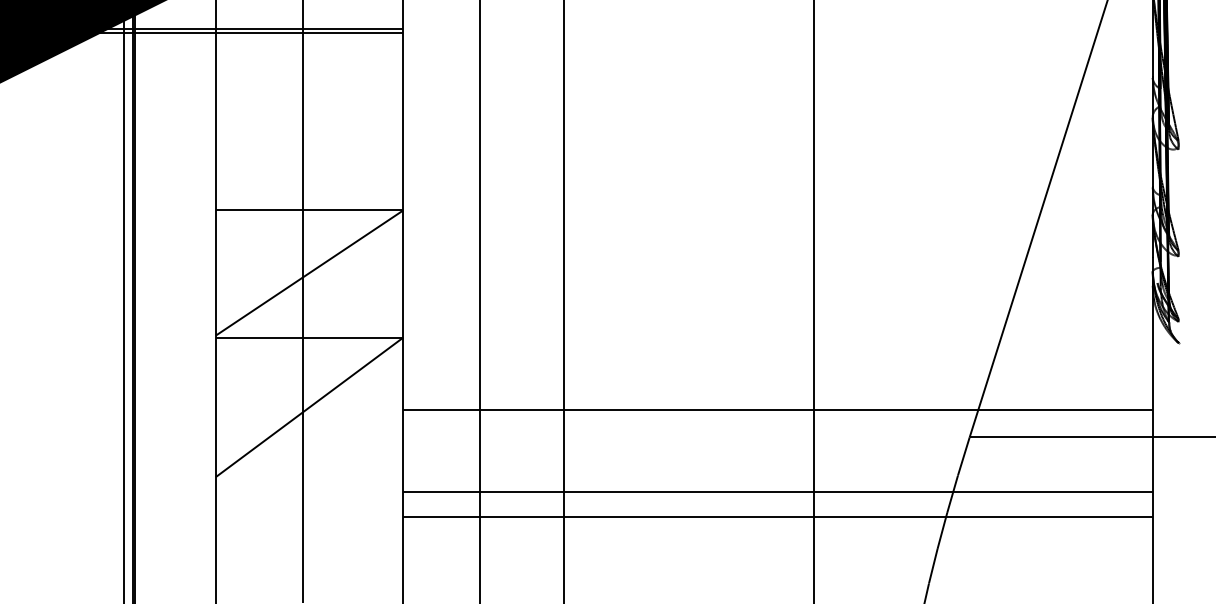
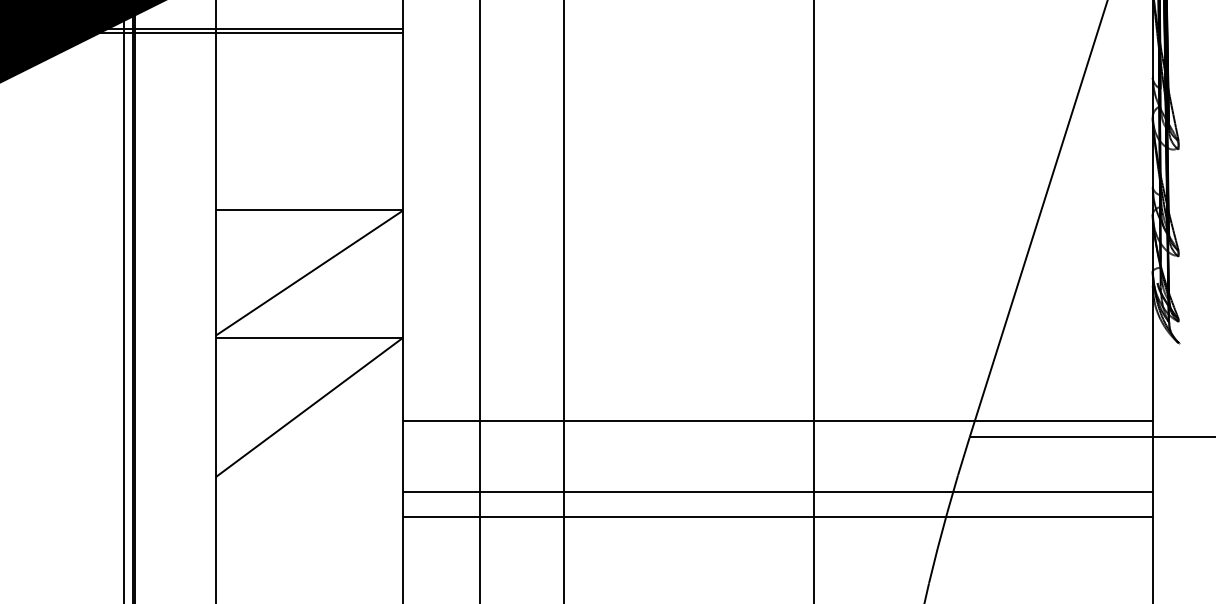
line at (302, 301): present -> none
line at (777, 409) position: (777, 409) -> (777, 420)
